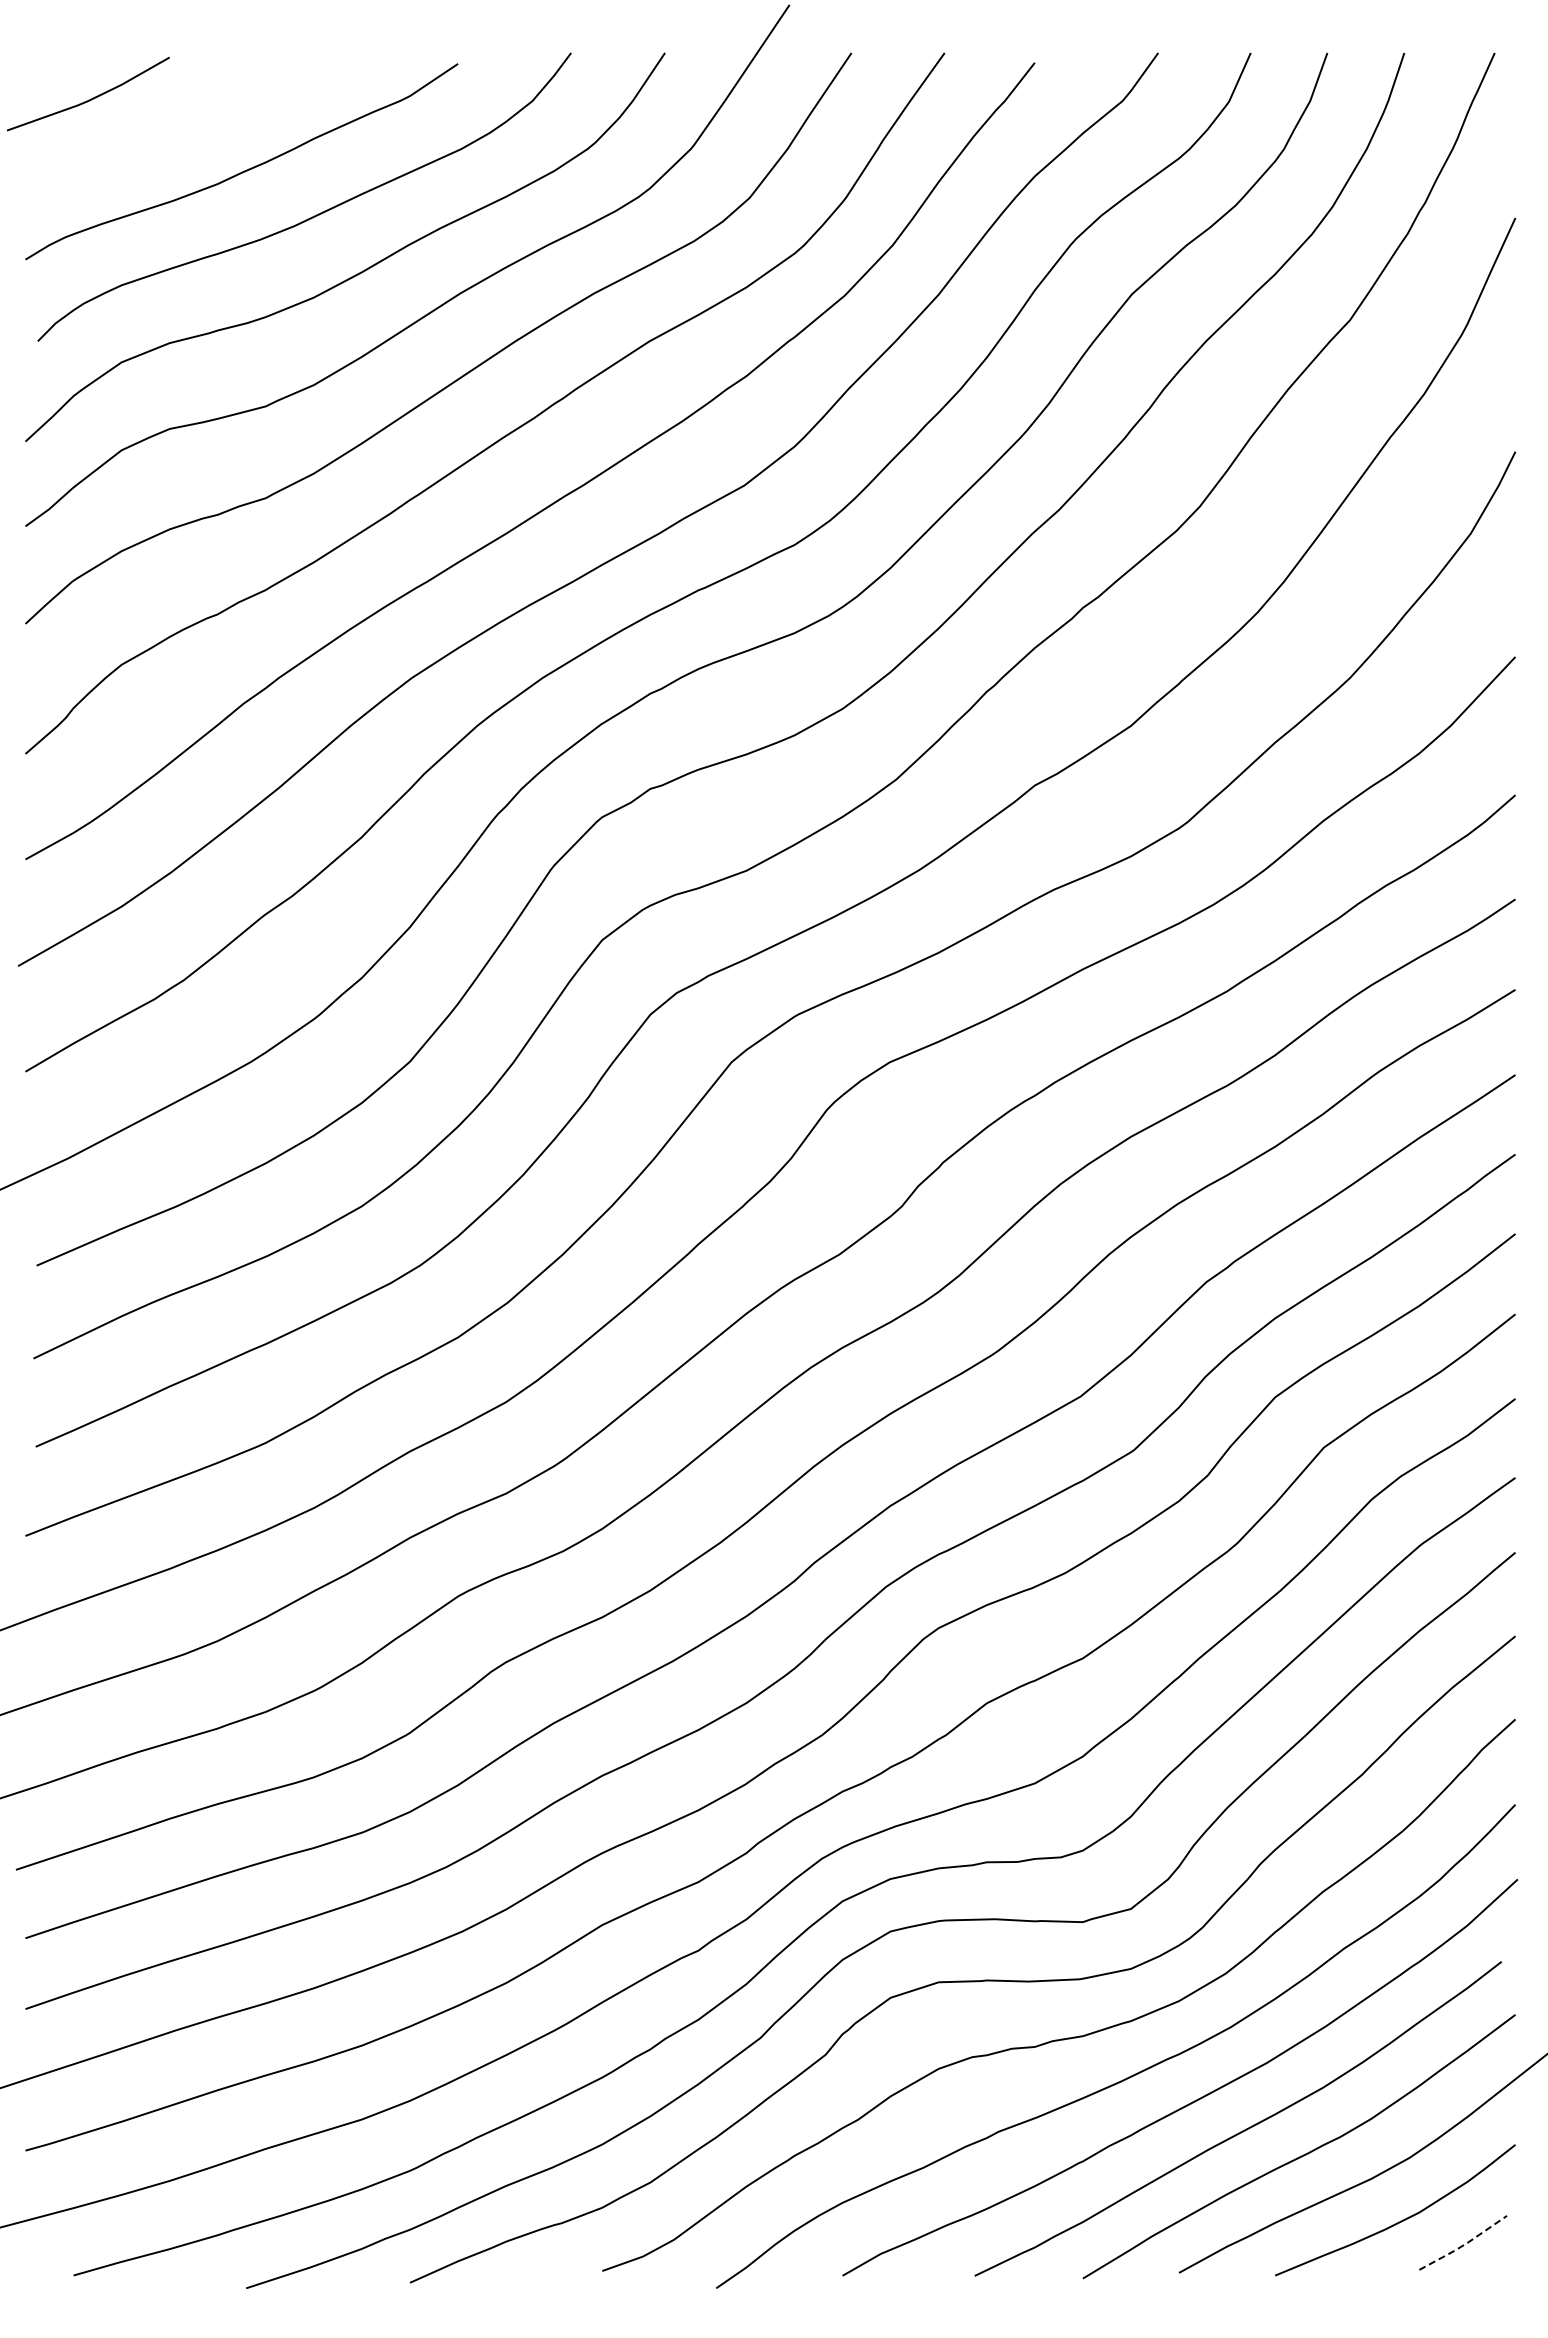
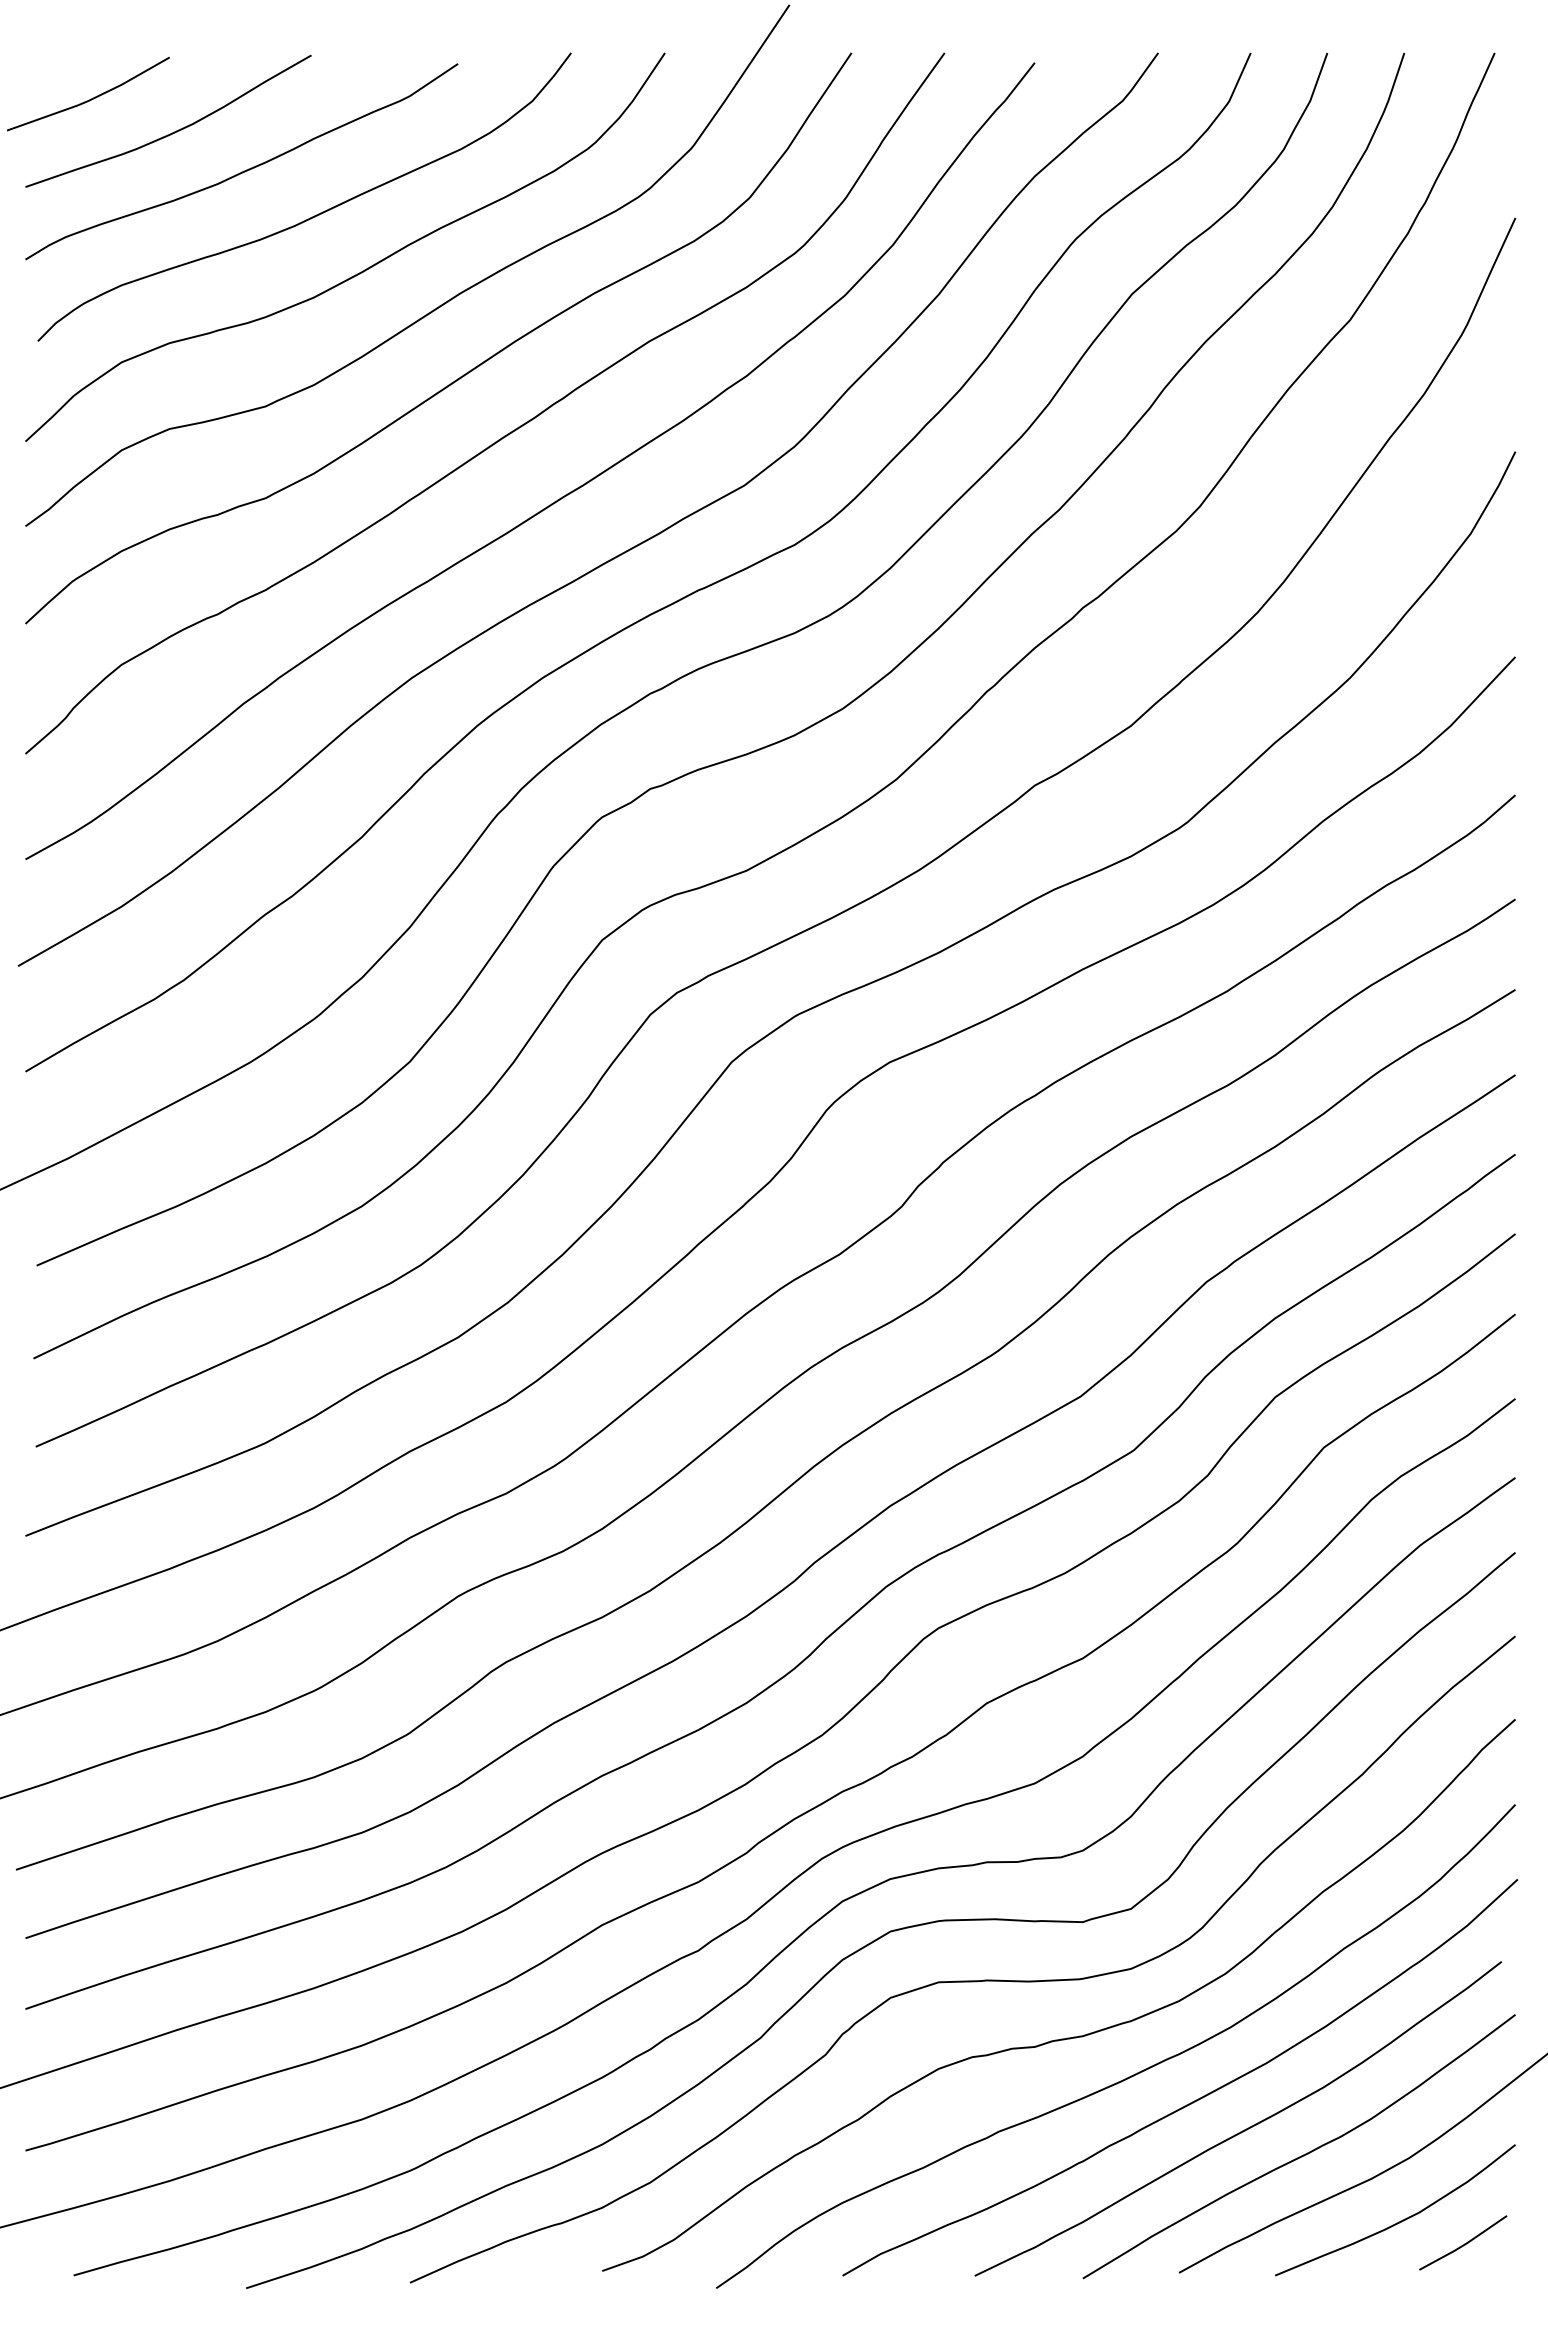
curve at (174, 131): none -> present
line at (1464, 2244): dashed -> solid
